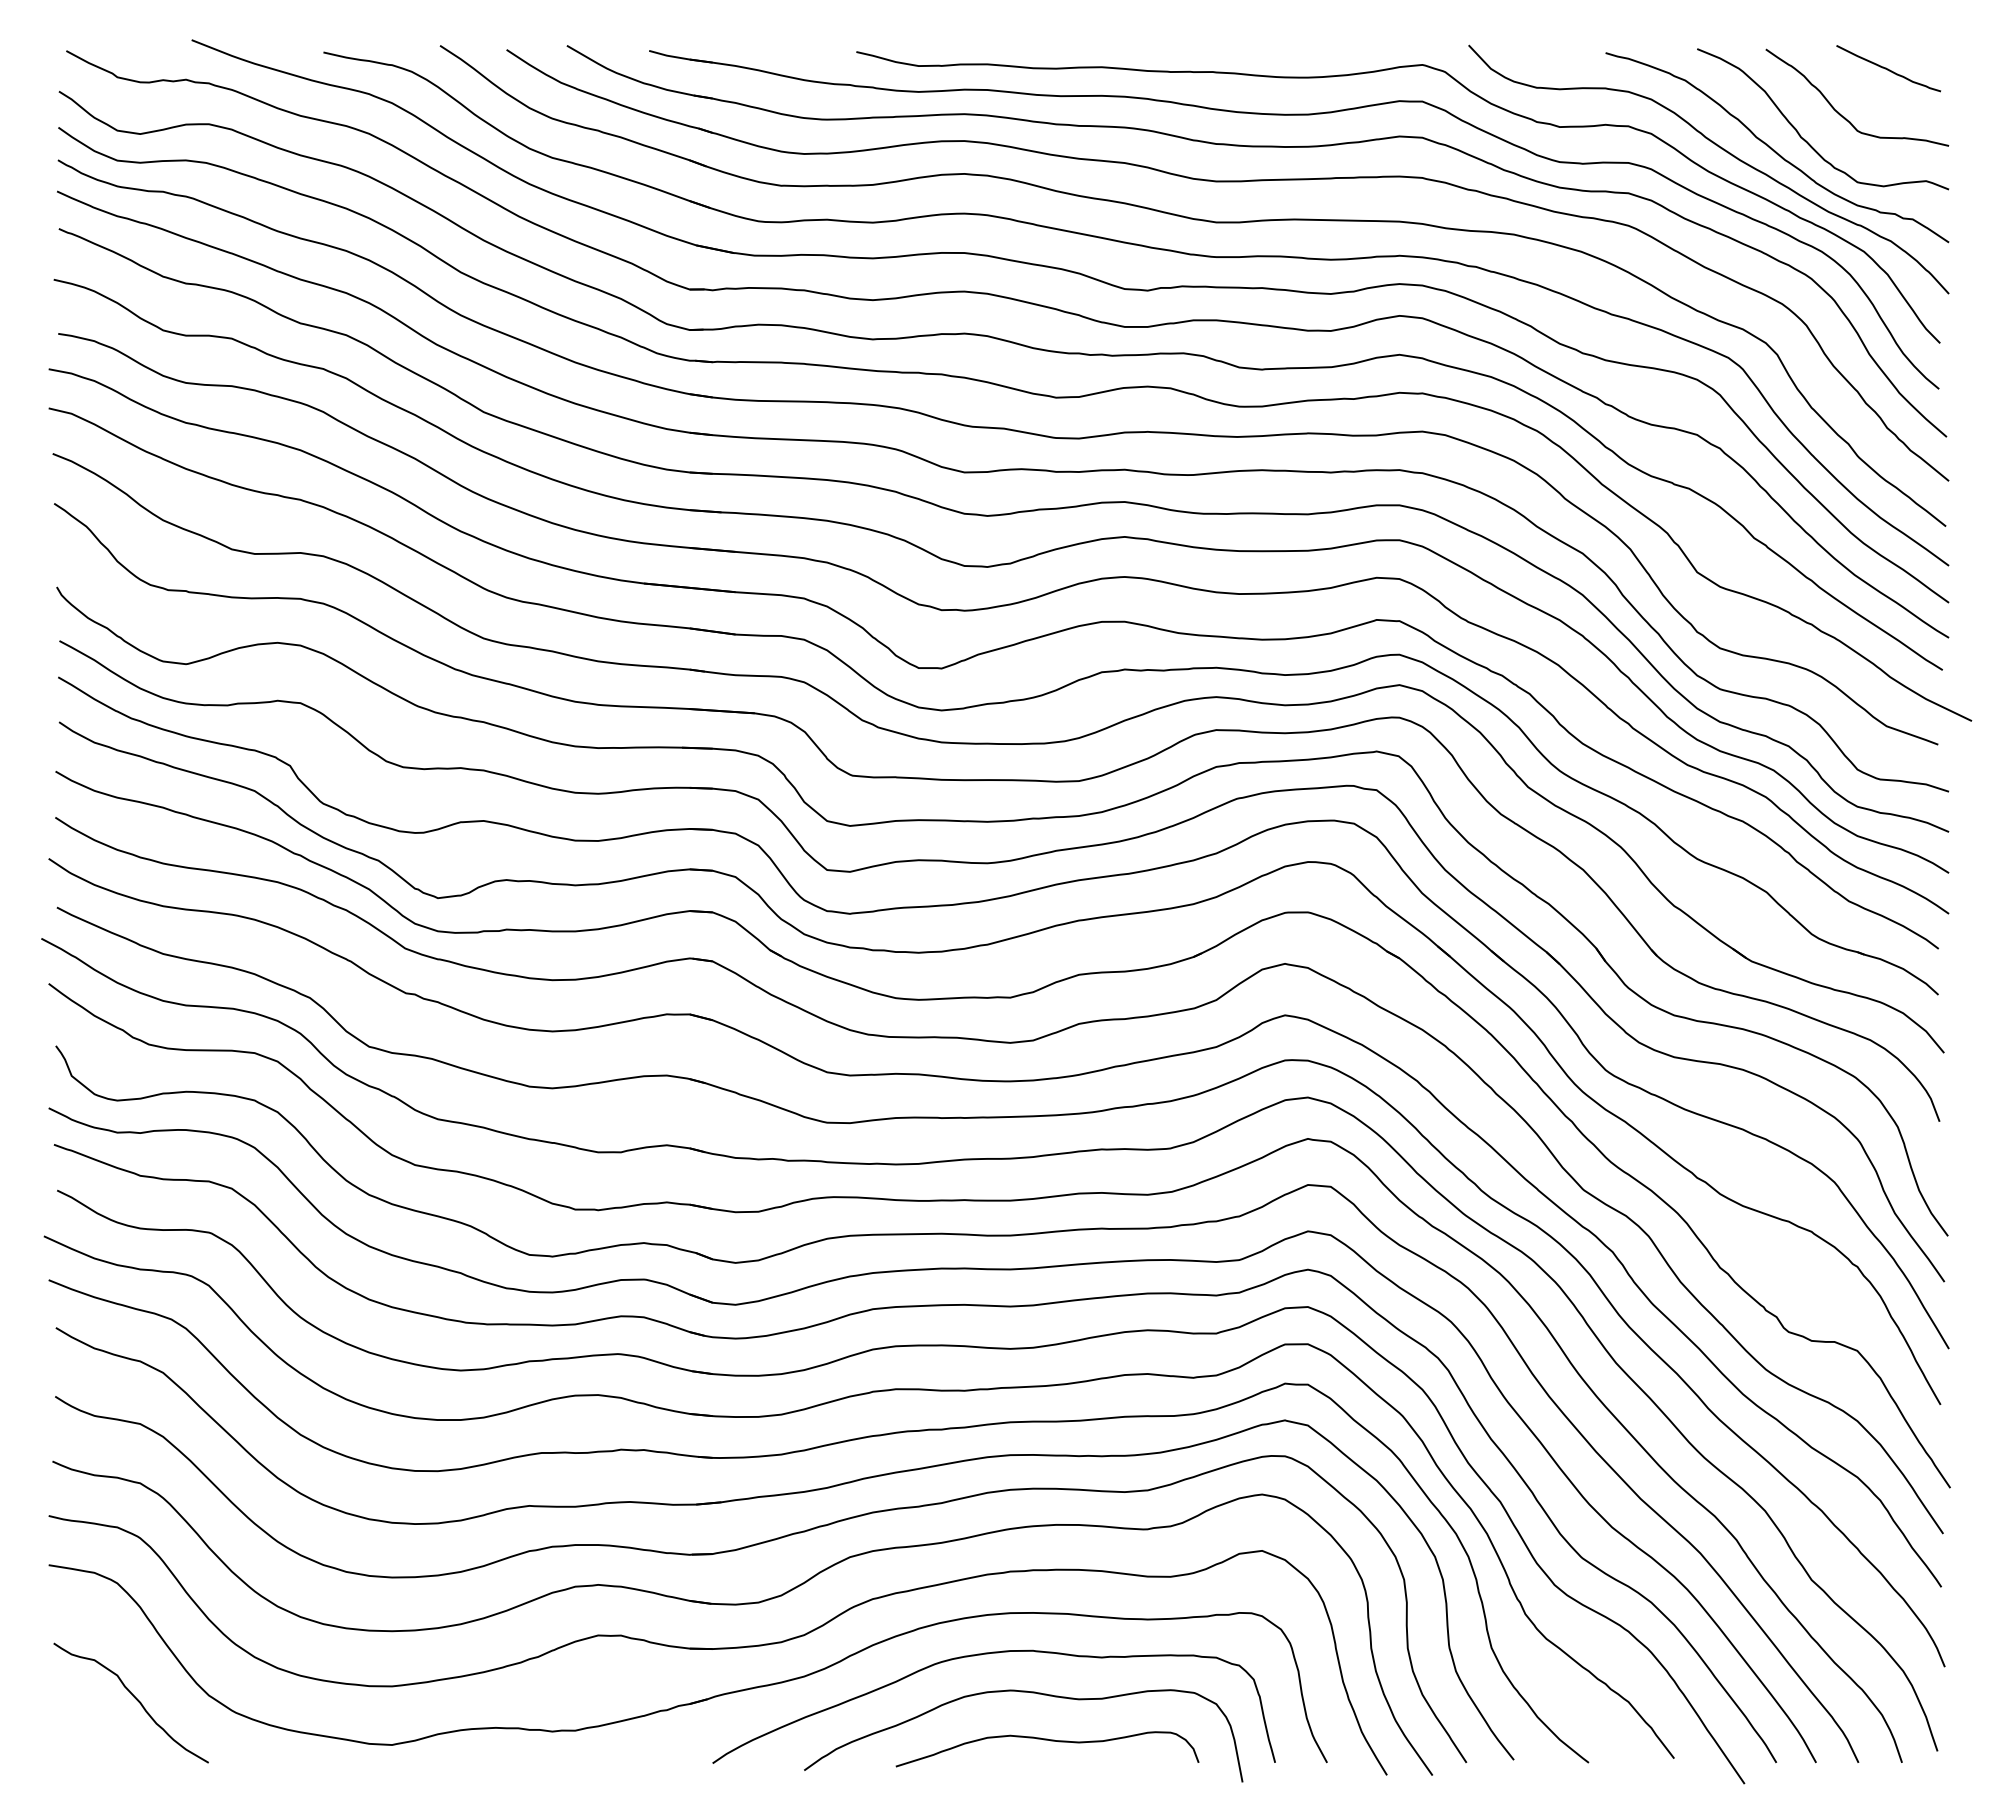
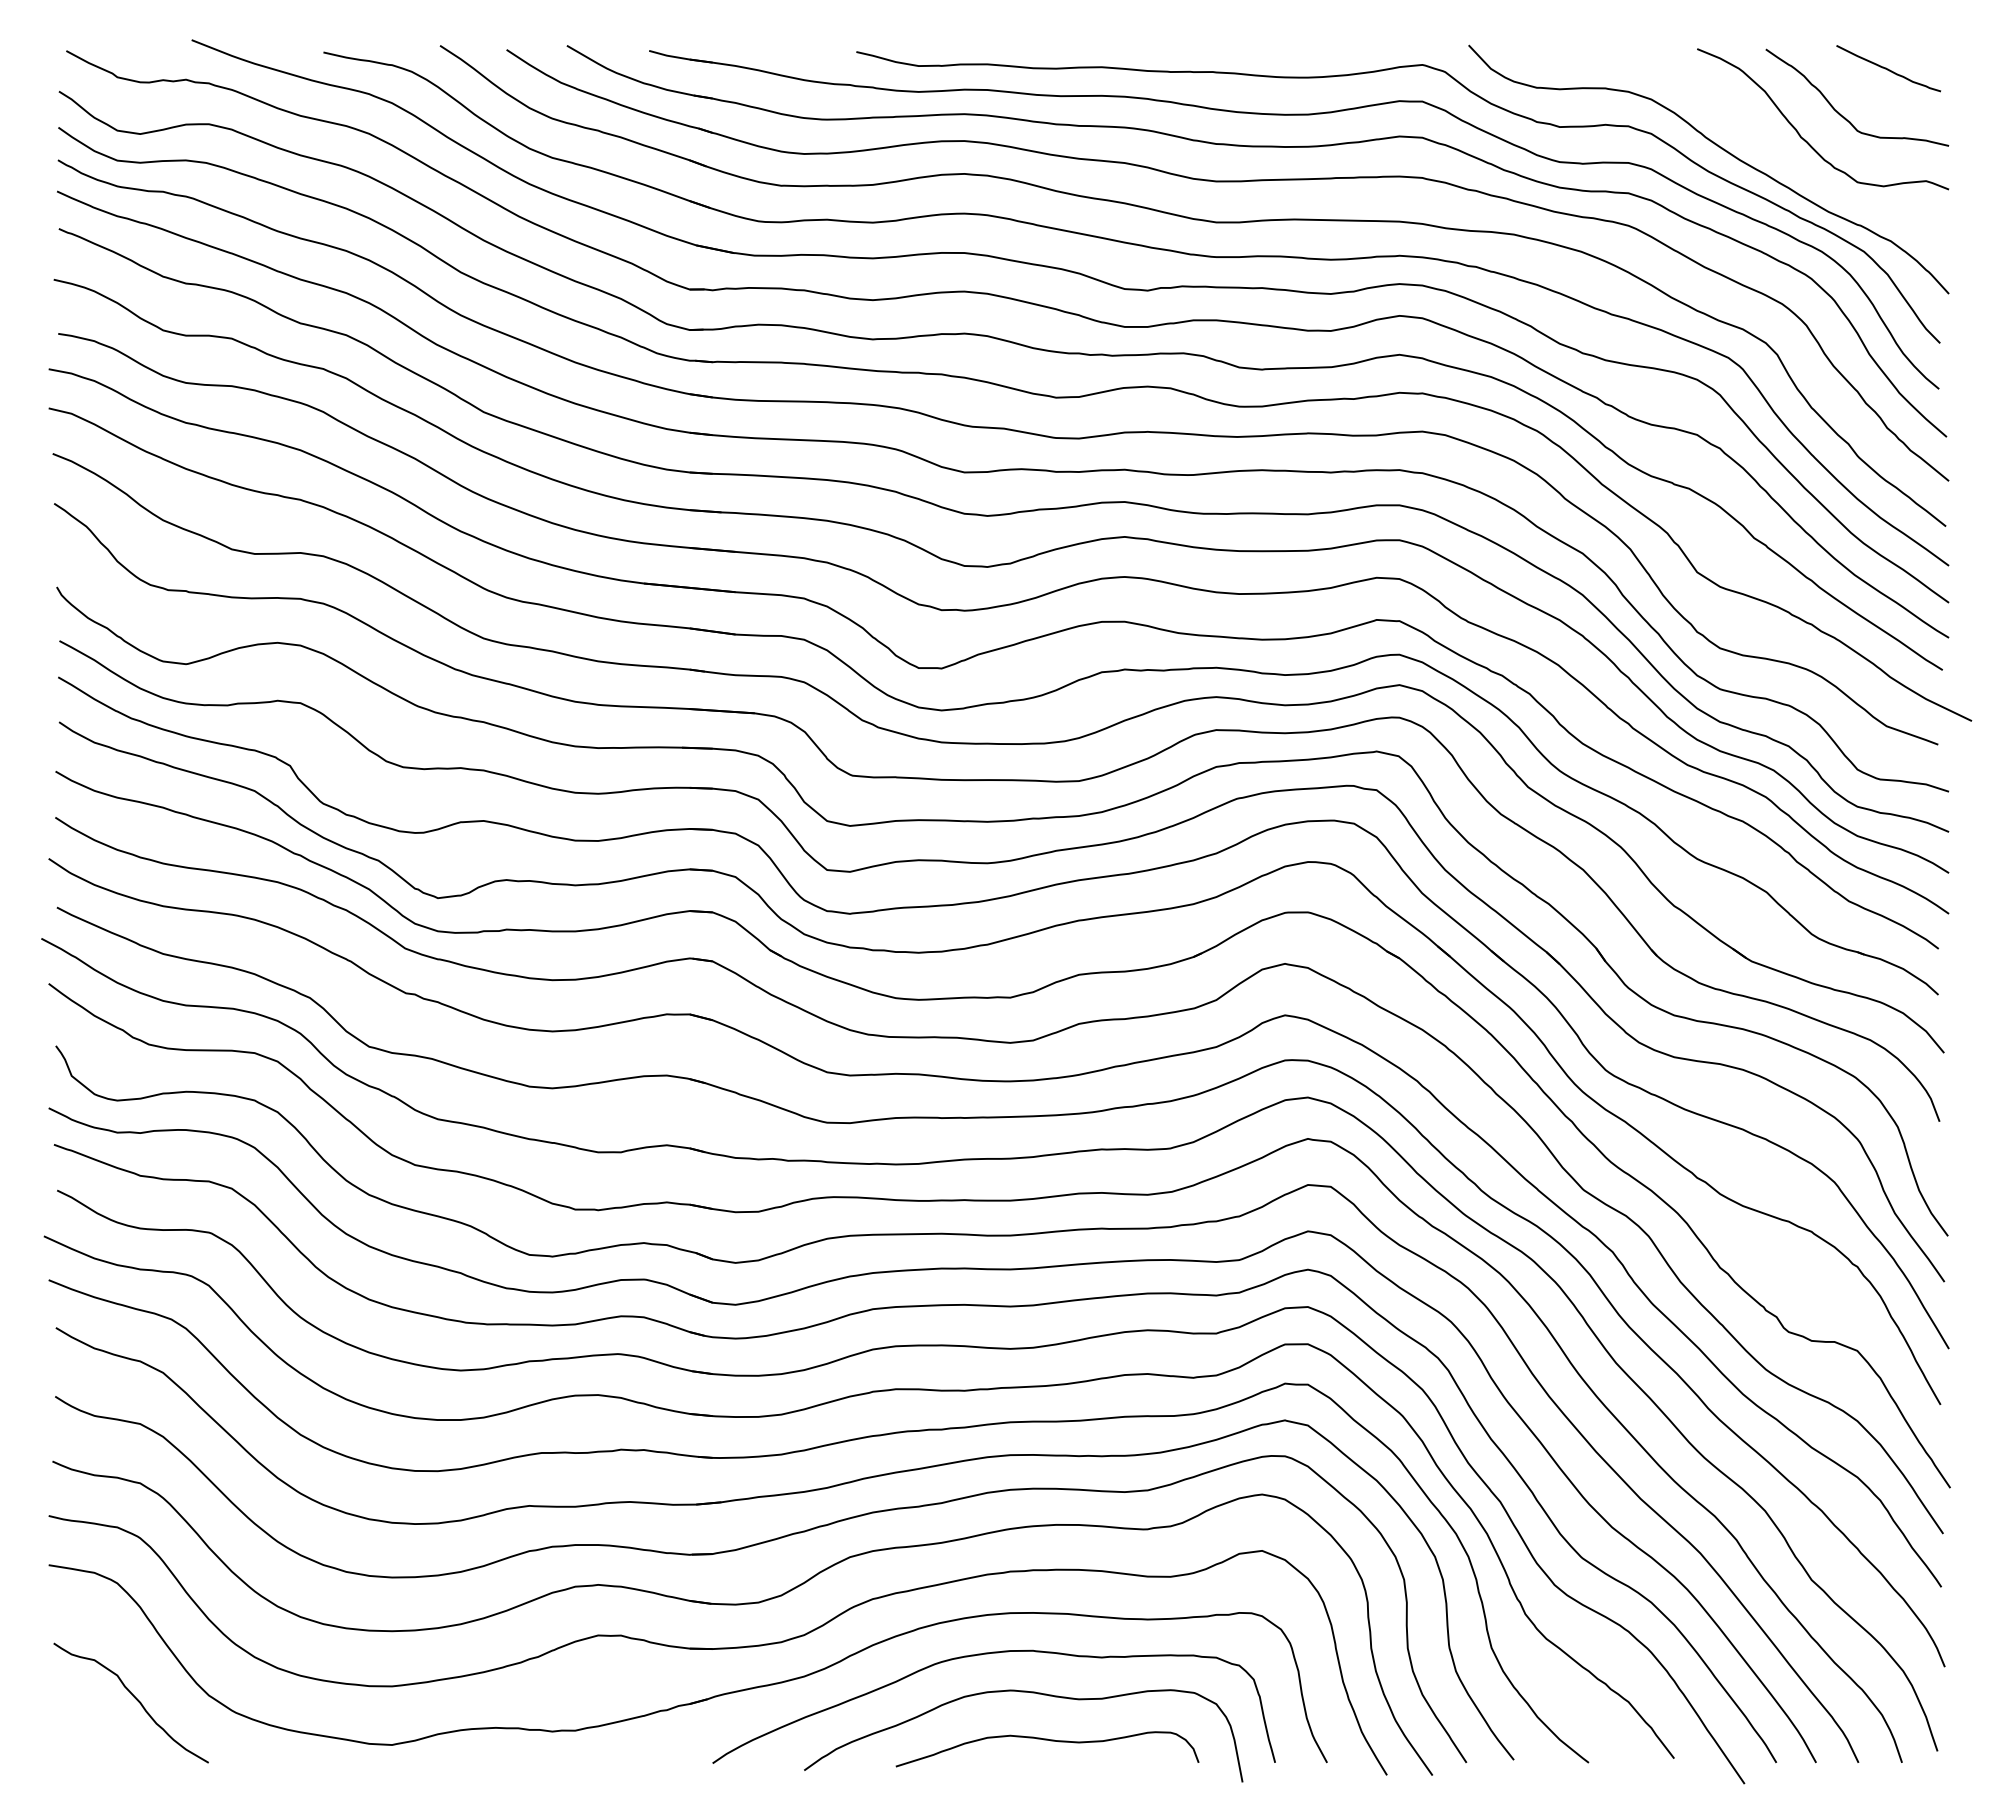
curve at (1774, 149): present -> none
